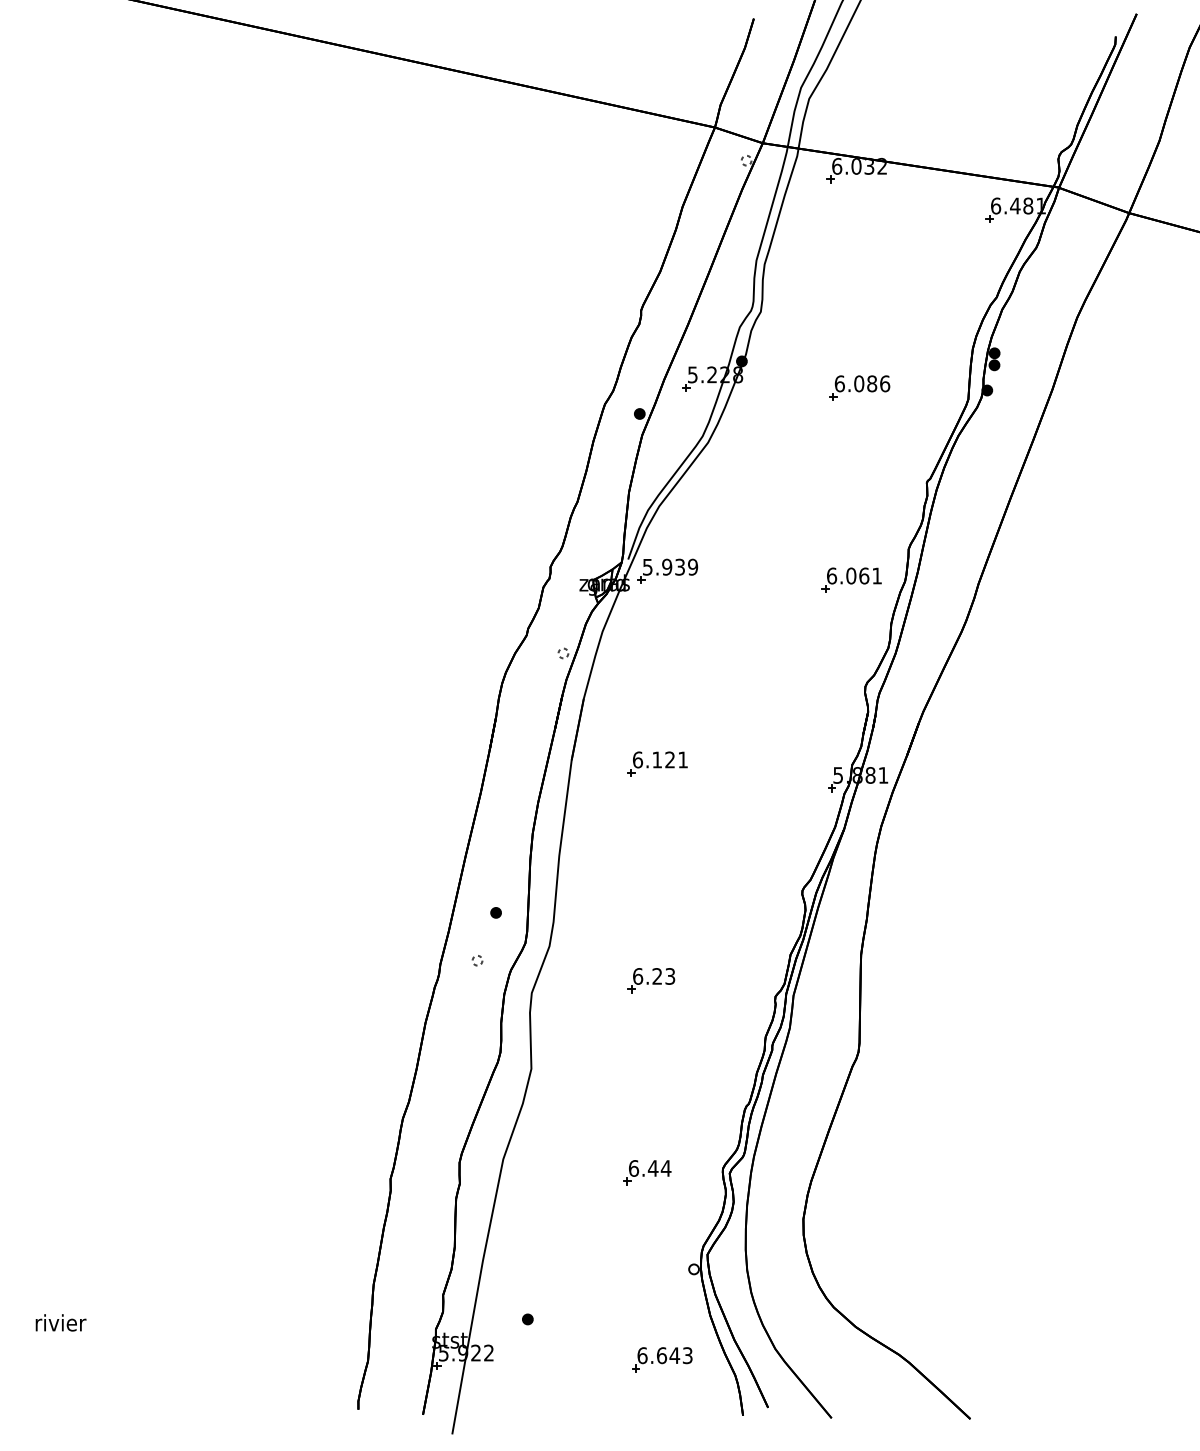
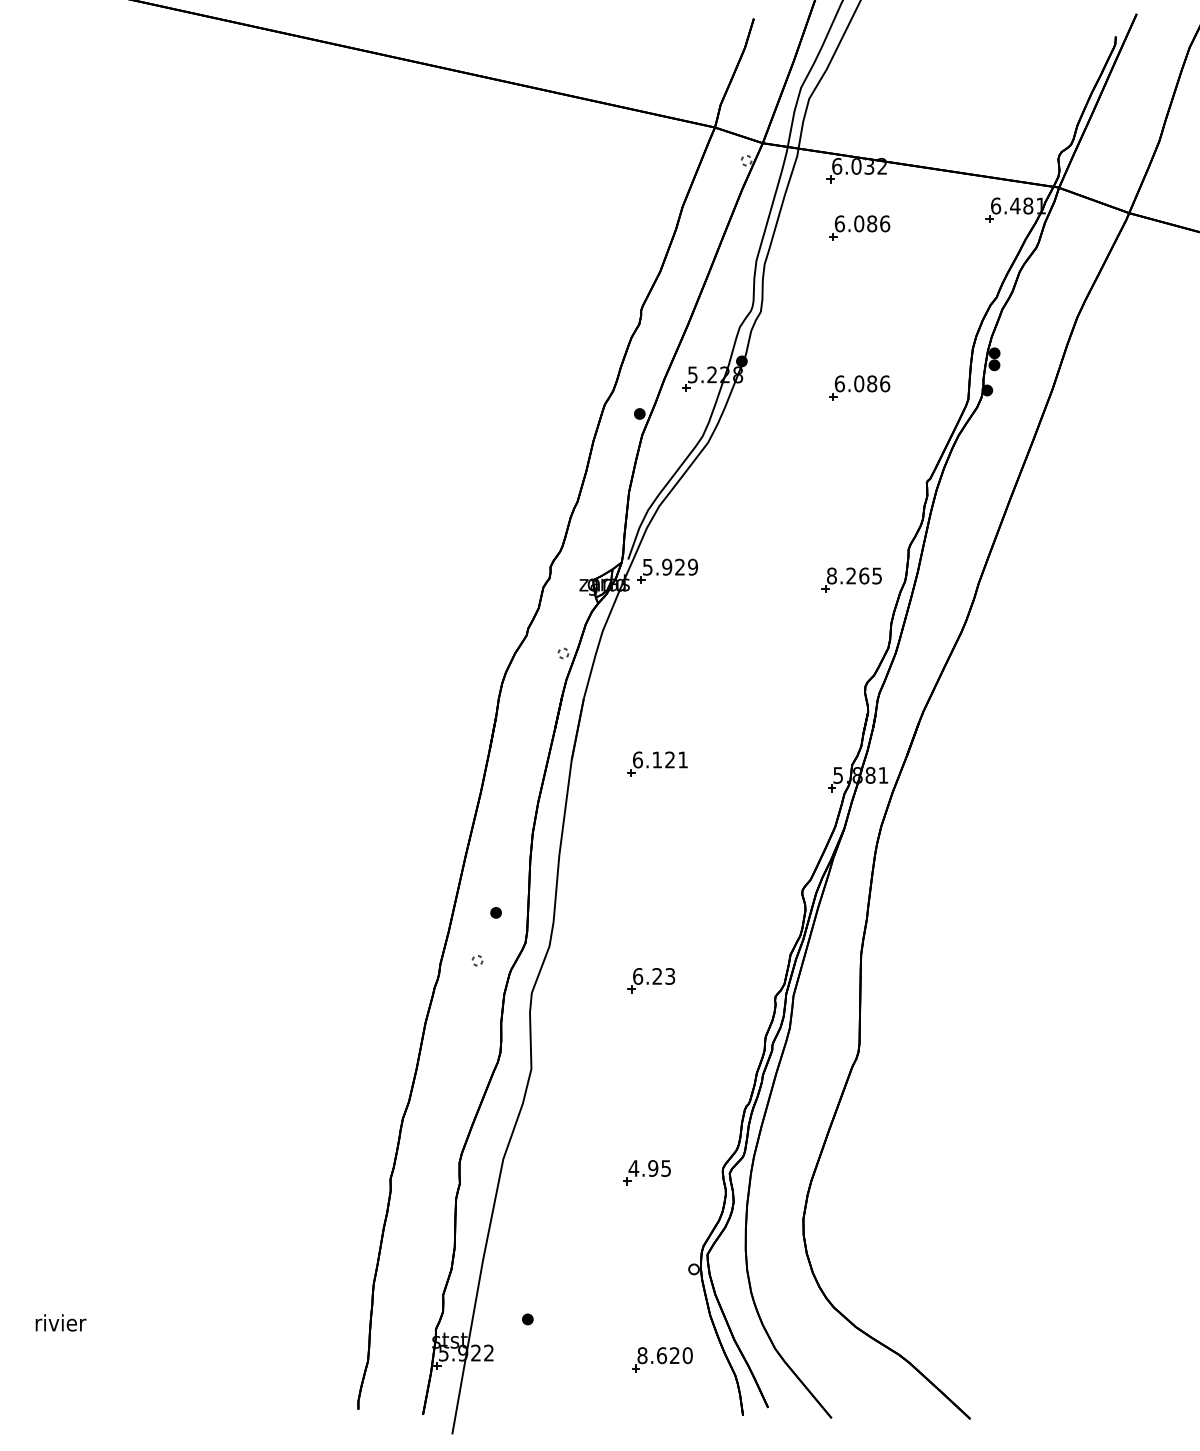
part at (859, 227): none -> present
text at (679, 567): 5.939 -> 5.929
text at (854, 575): 6.061 -> 8.265
text at (649, 1168): 6.44 -> 4.95
text at (664, 1355): 6.643 -> 8.620
